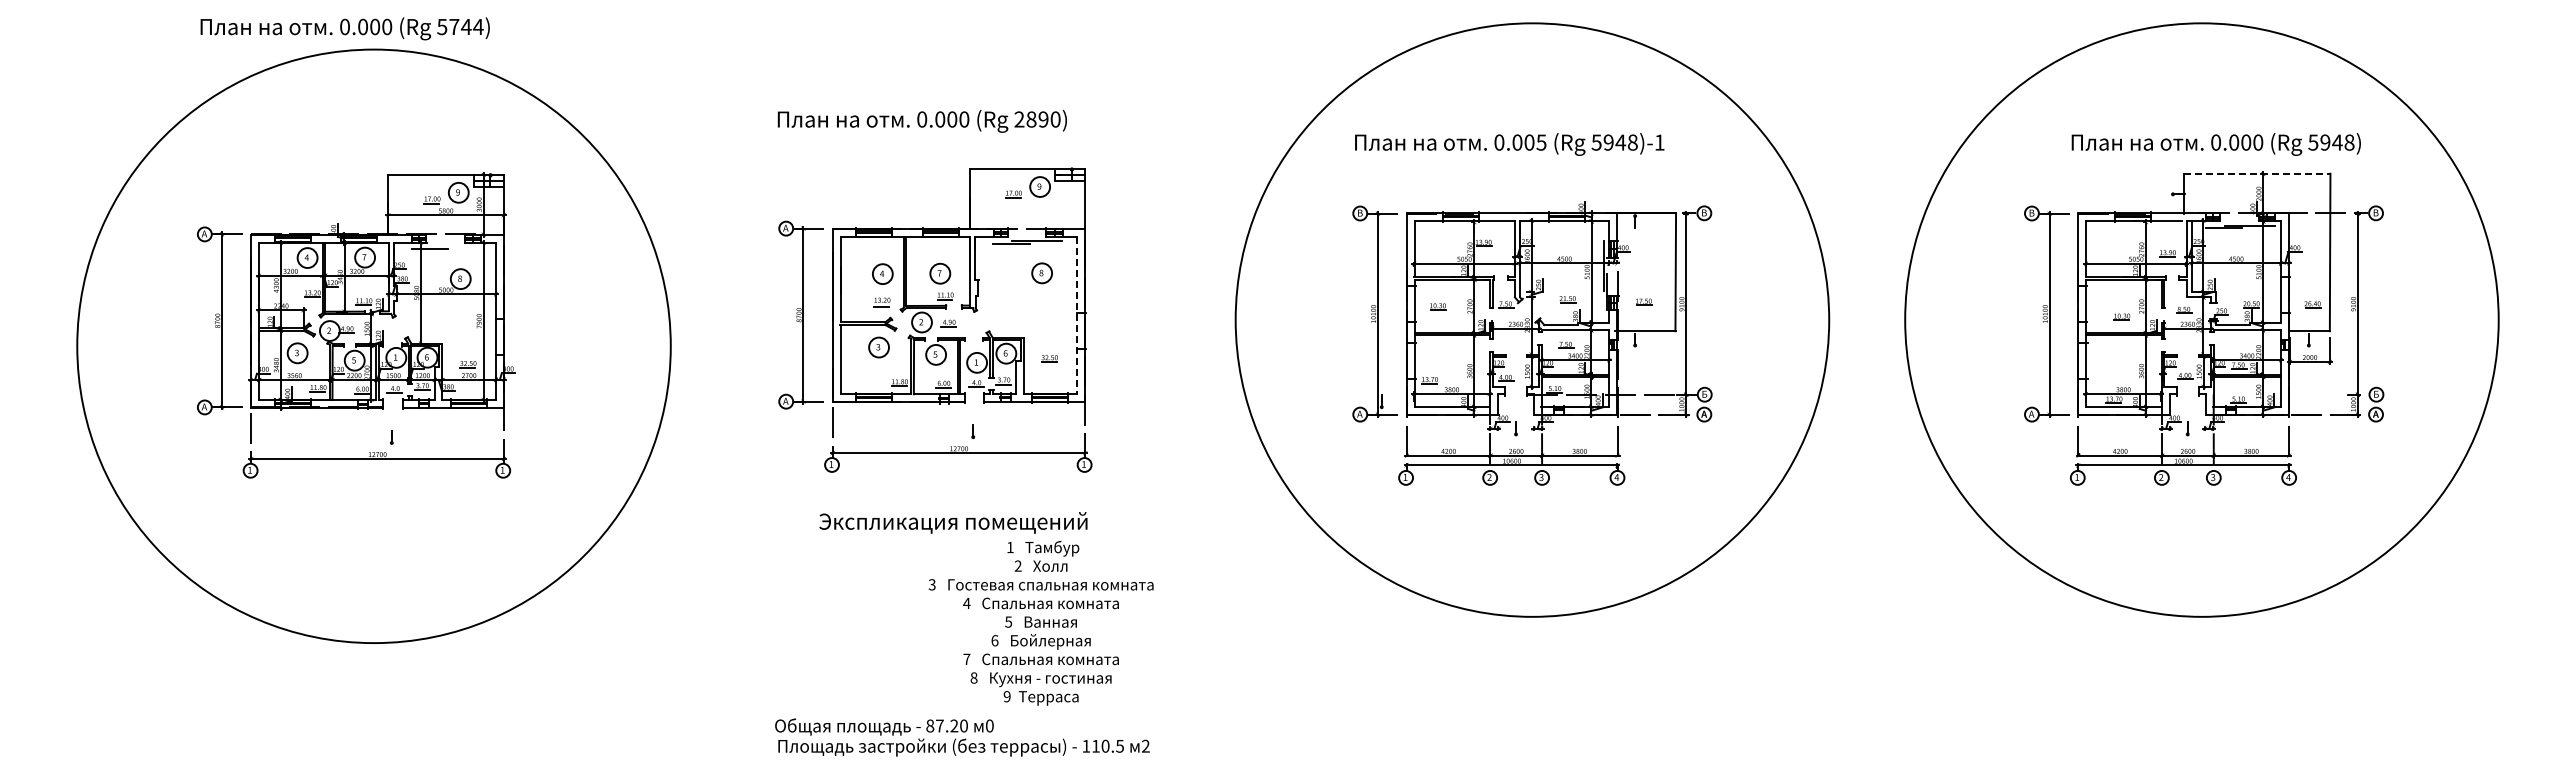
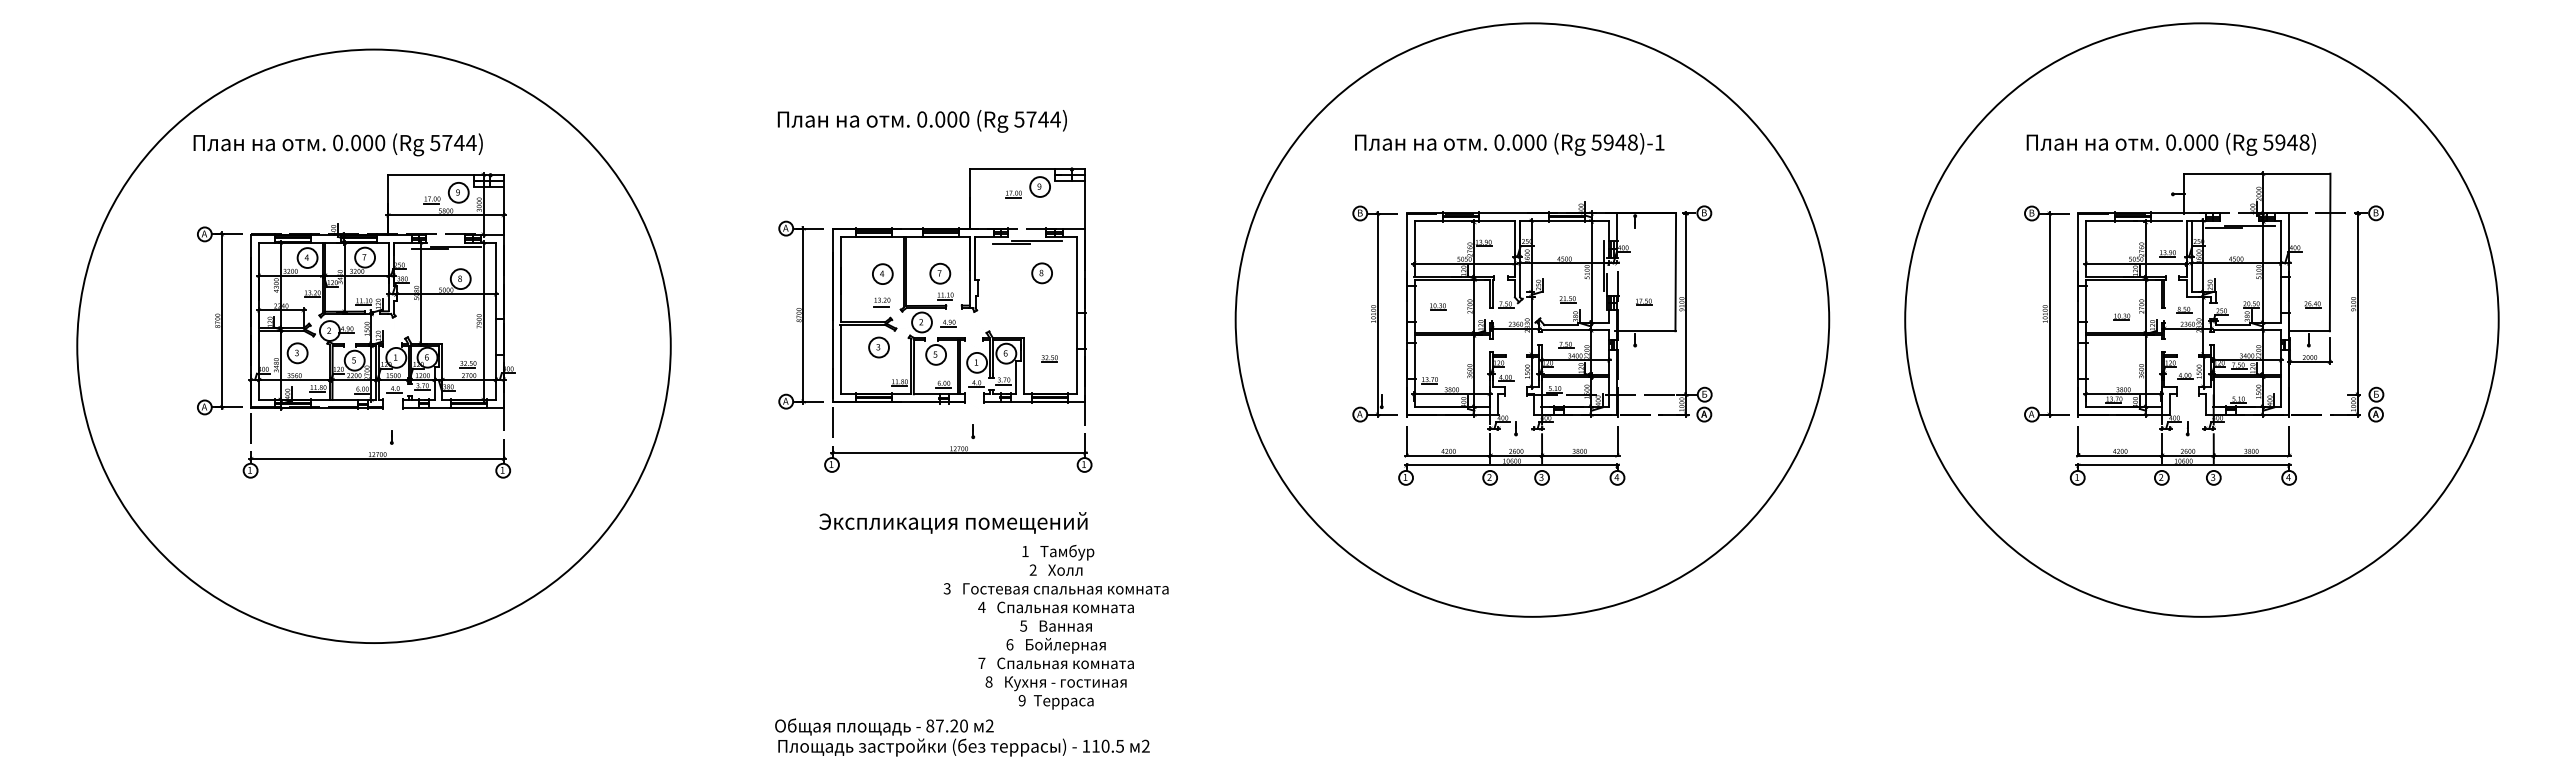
text at (344, 28) position: (344, 28) -> (337, 144)
text at (1037, 119): 2890) -> 5744)
text at (1541, 142): 0.005 -> 0.000
text at (2215, 144) position: (2215, 144) -> (2170, 144)
line at (2257, 173): dashed -> solid
line at (455, 246): none -> present
line at (1077, 315): dashed -> solid
text at (1040, 623) position: (1040, 623) -> (1055, 627)
text at (989, 725): 0 -> 2
